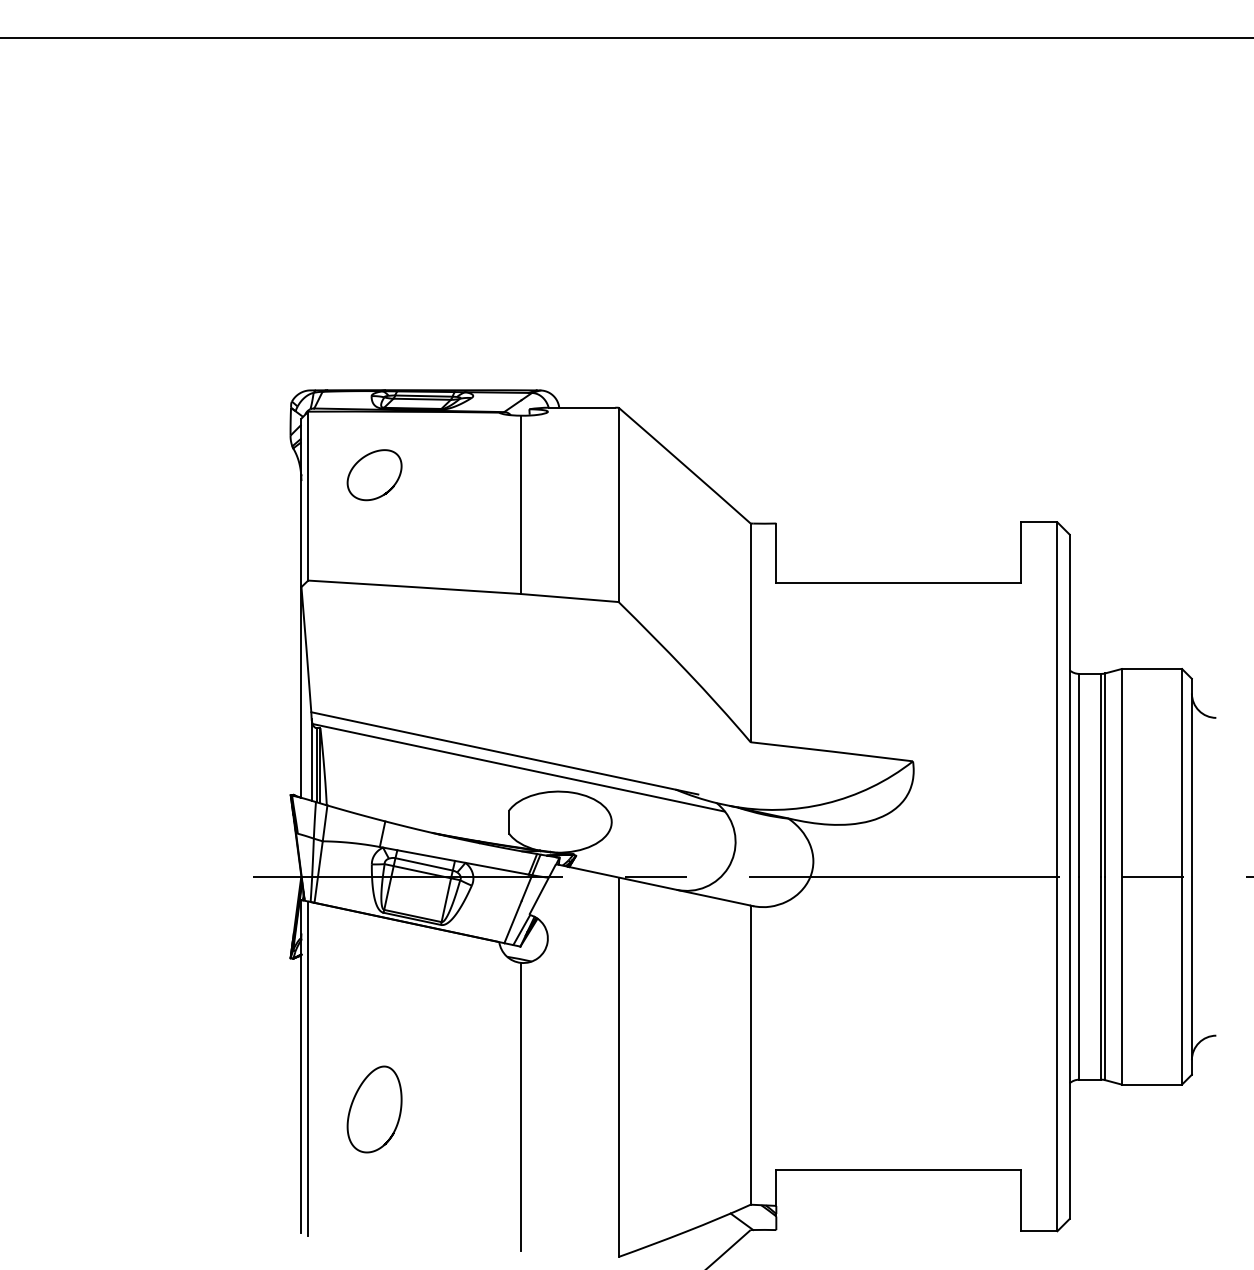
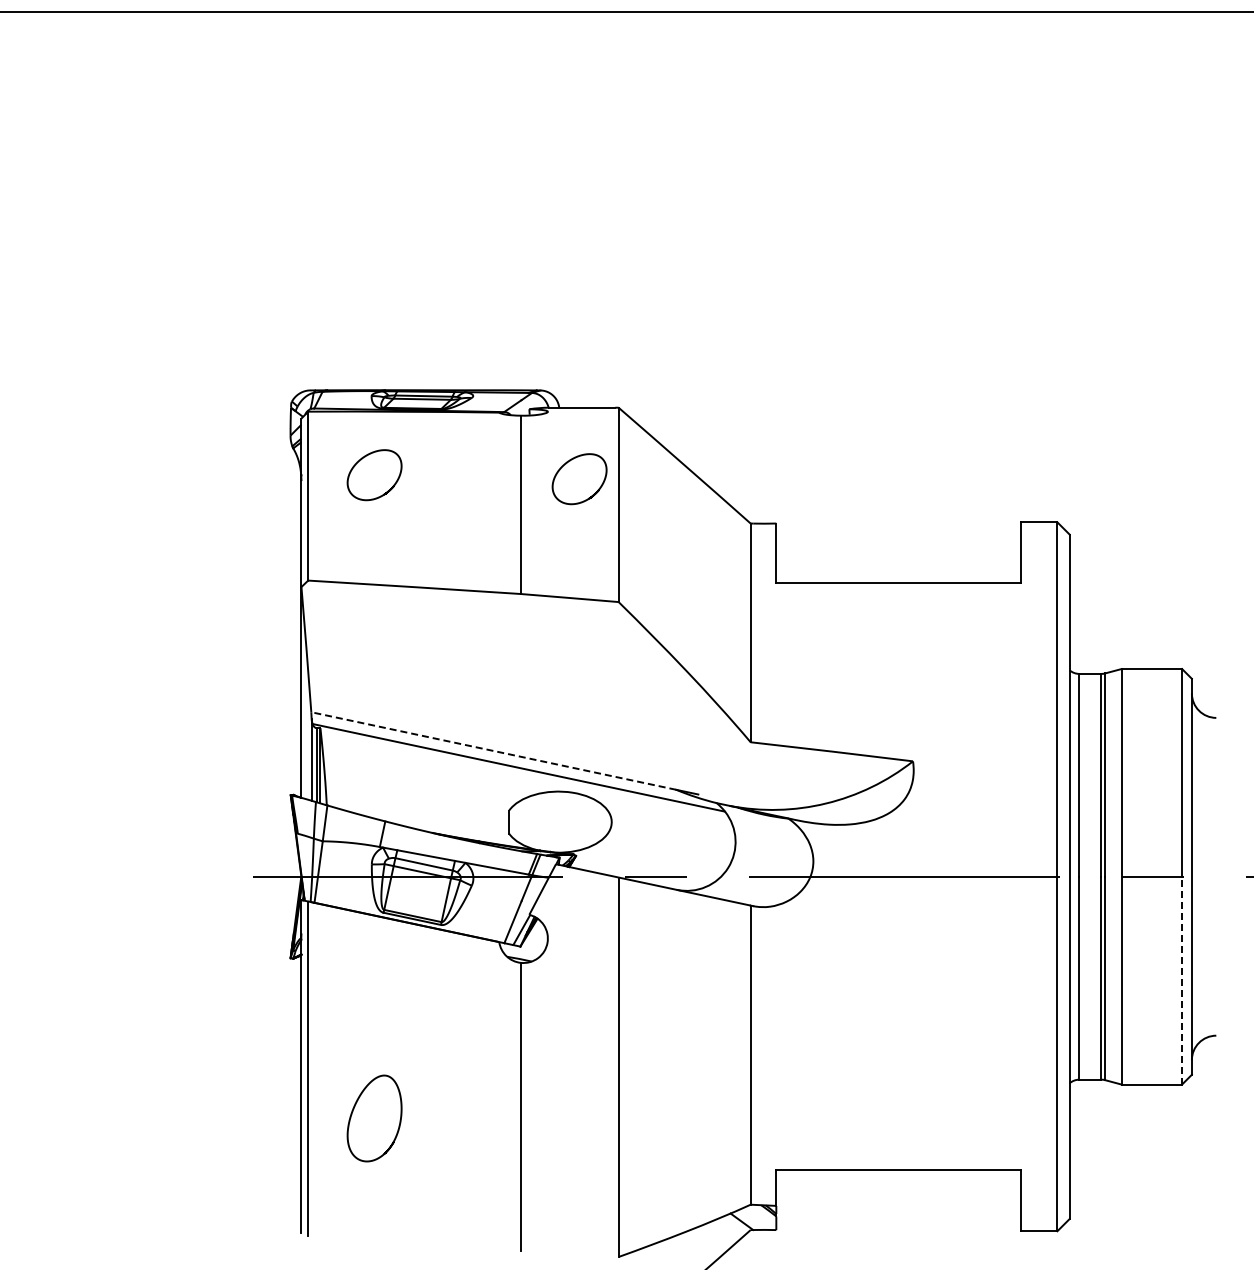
line at (626, 38) position: (626, 38) -> (626, 12)
curve at (566, 464): none -> present
line at (493, 751): solid -> dashed
line at (1182, 980): solid -> dashed
curve at (354, 1100) position: (354, 1100) -> (354, 1109)
